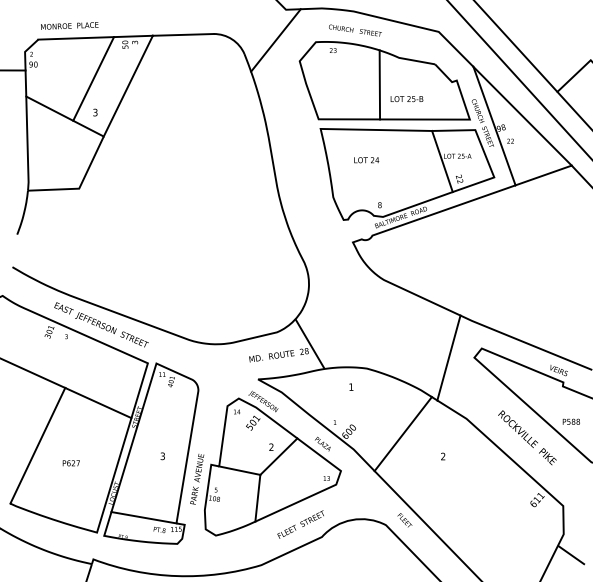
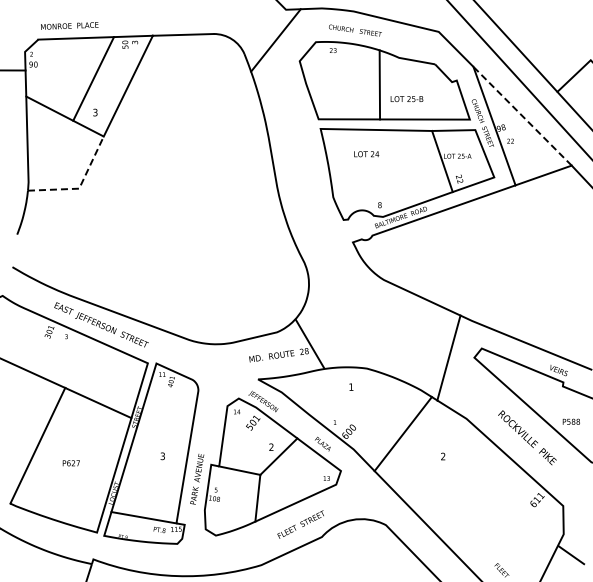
line at (522, 116): solid -> dashed
text at (366, 160) position: (366, 160) -> (366, 154)
line at (80, 185): solid -> dashed
text at (404, 520) position: (404, 520) -> (501, 570)
